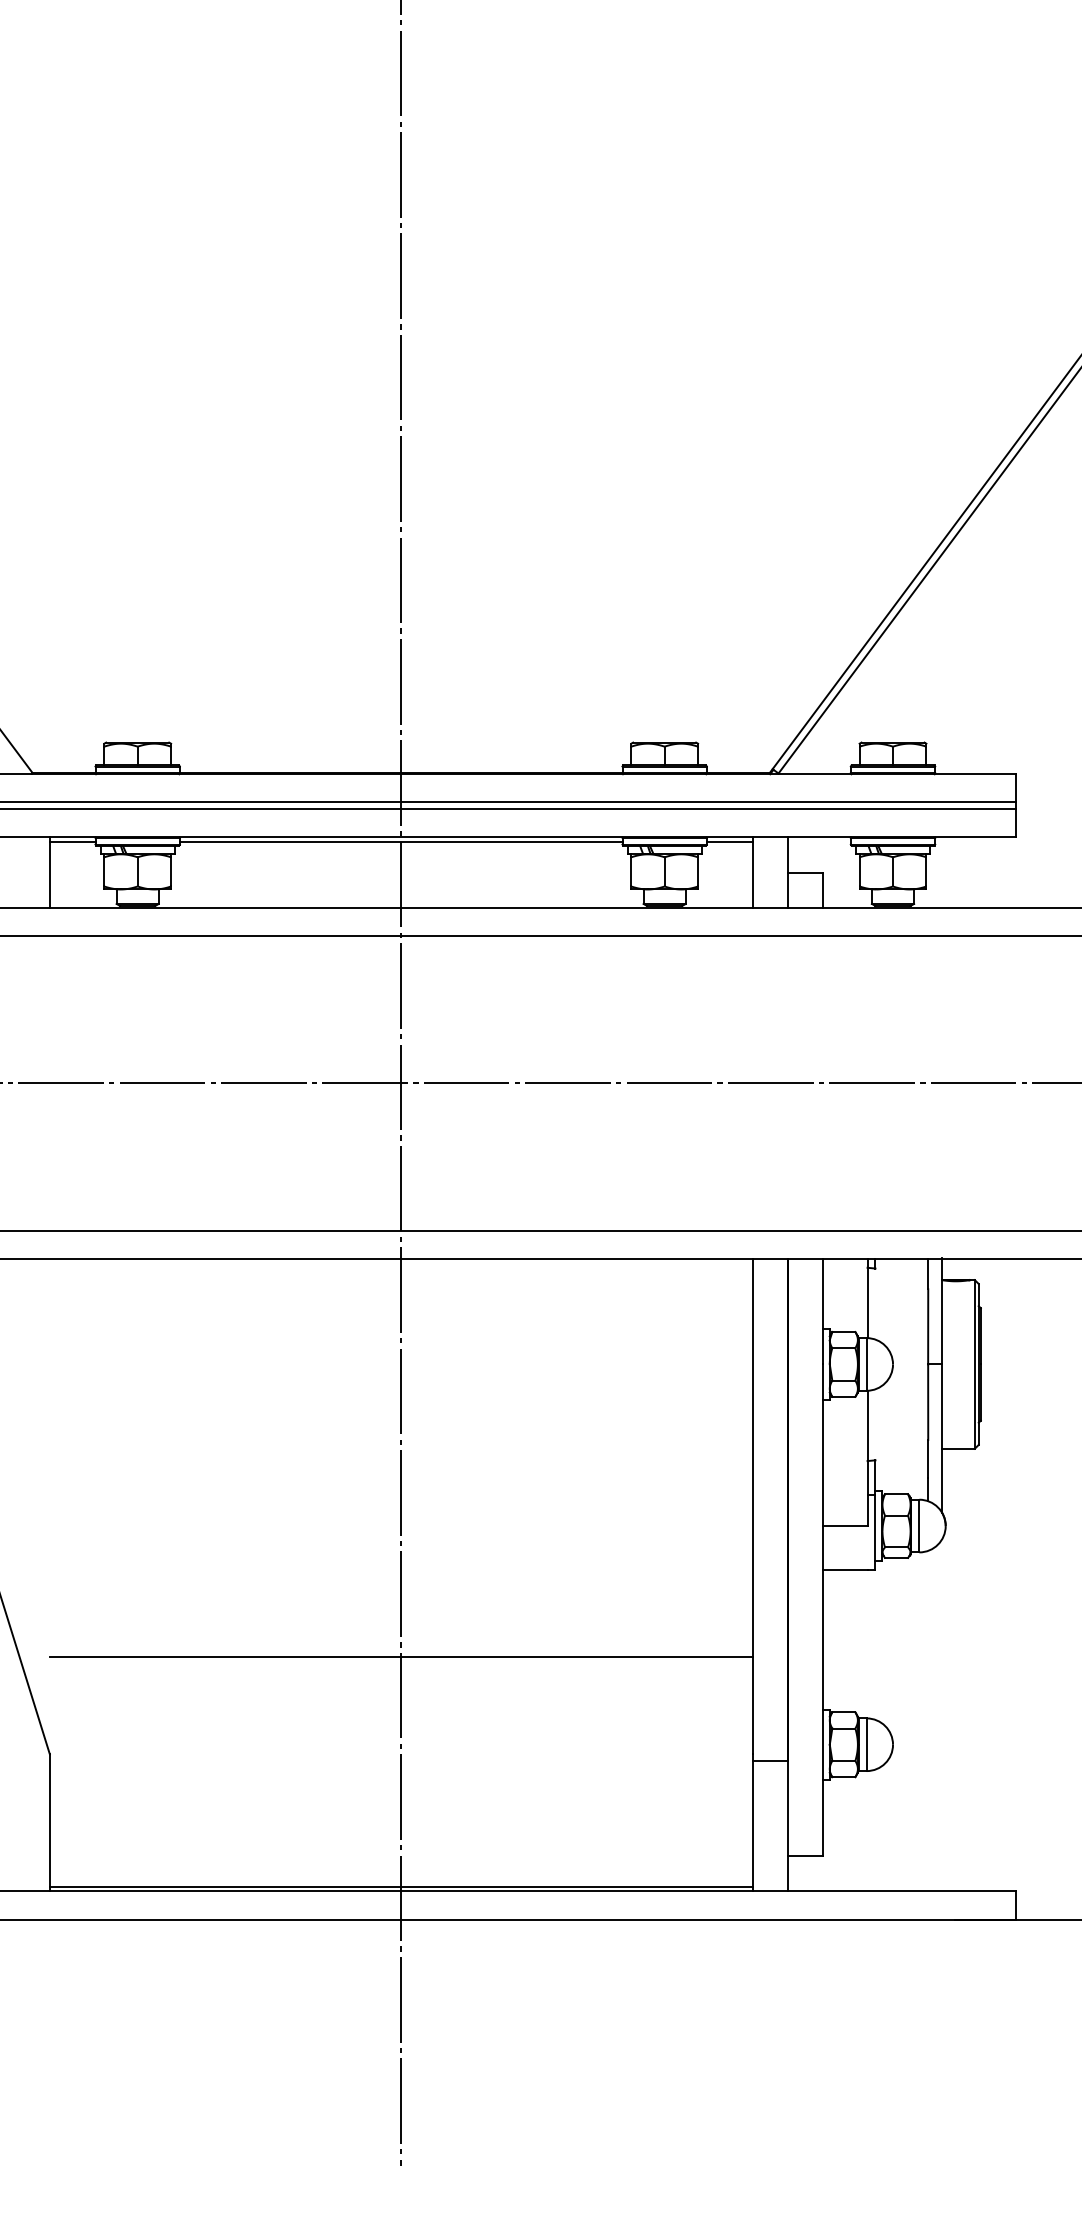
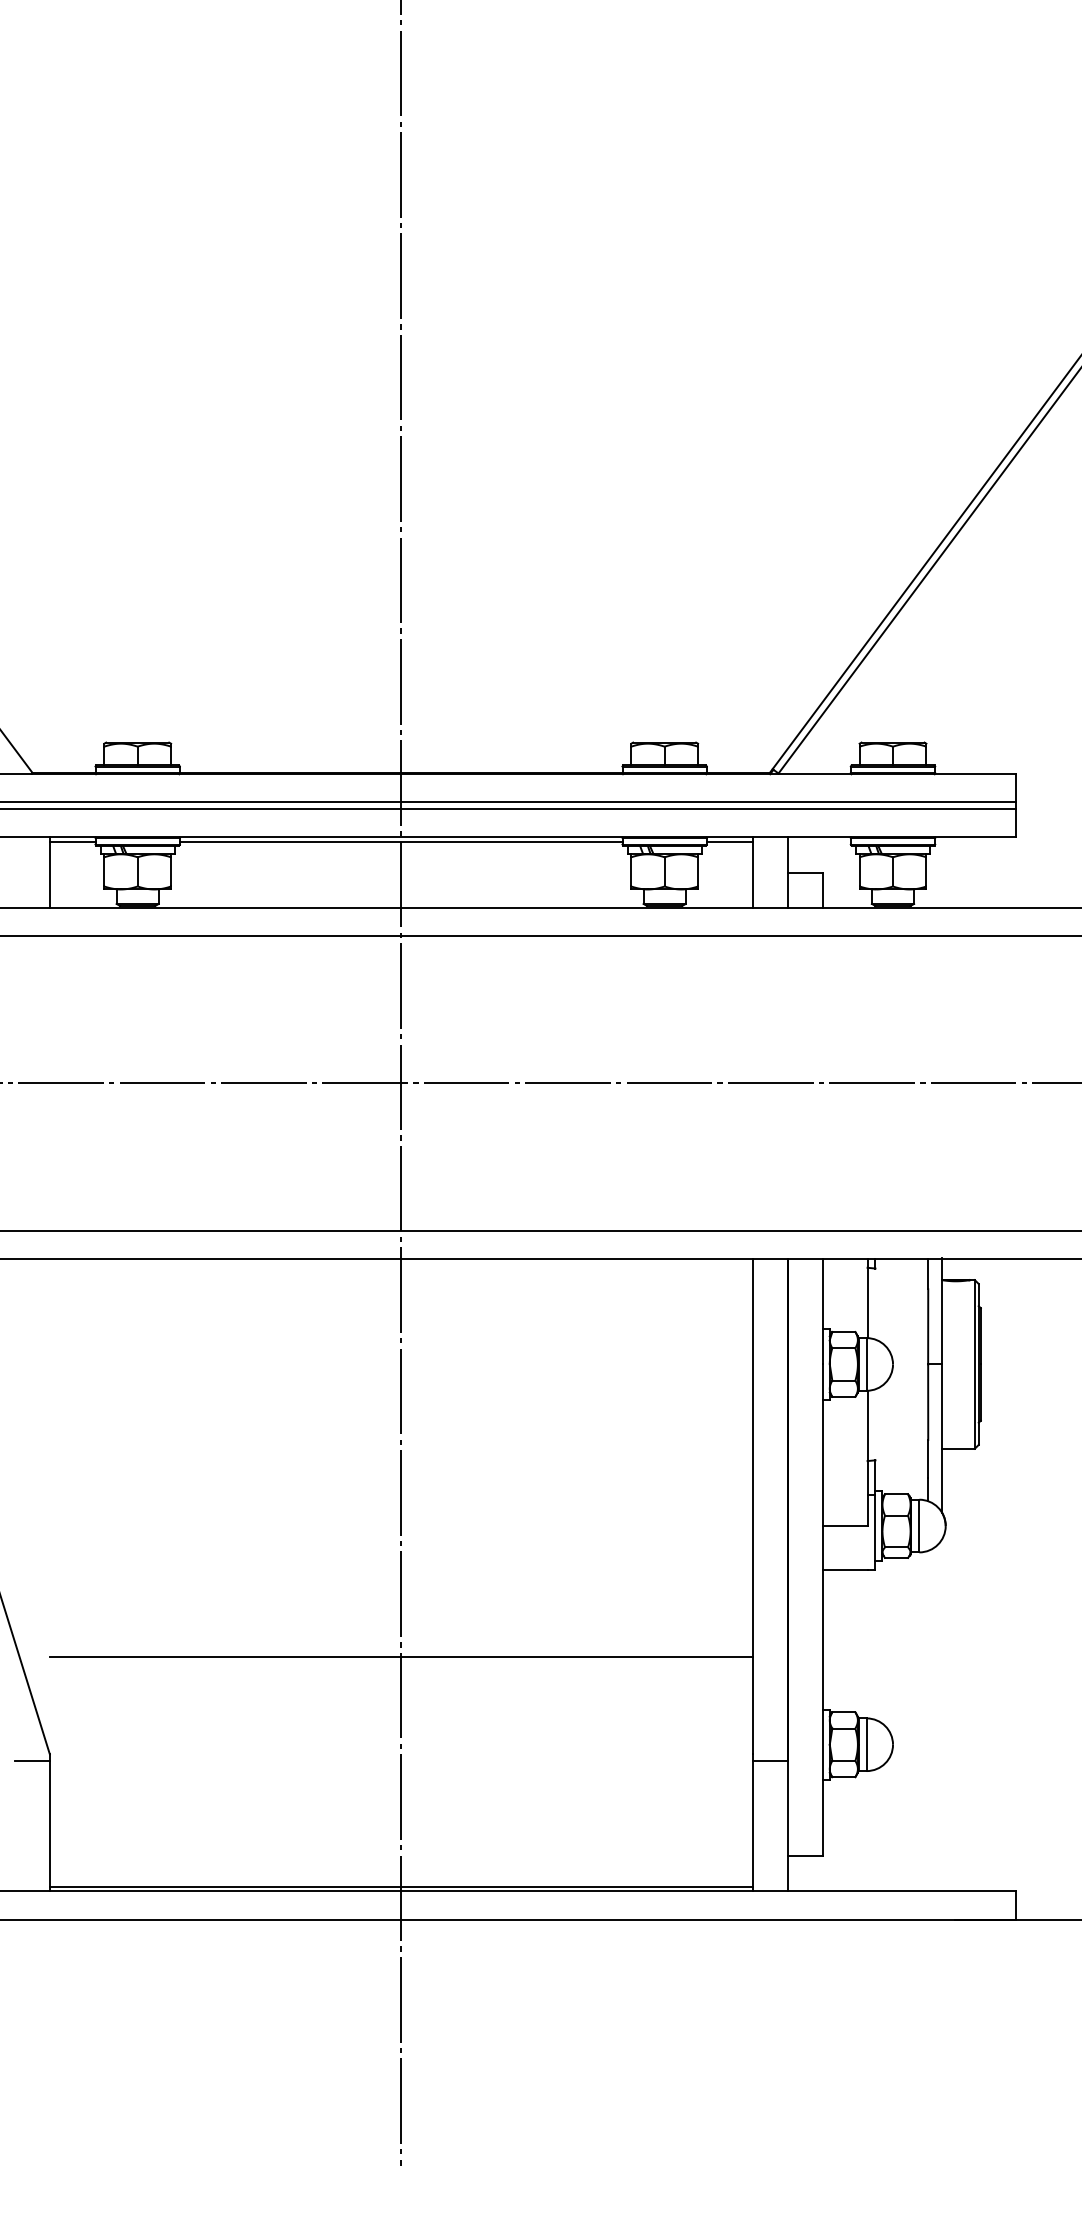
line at (31, 1760): none -> present
